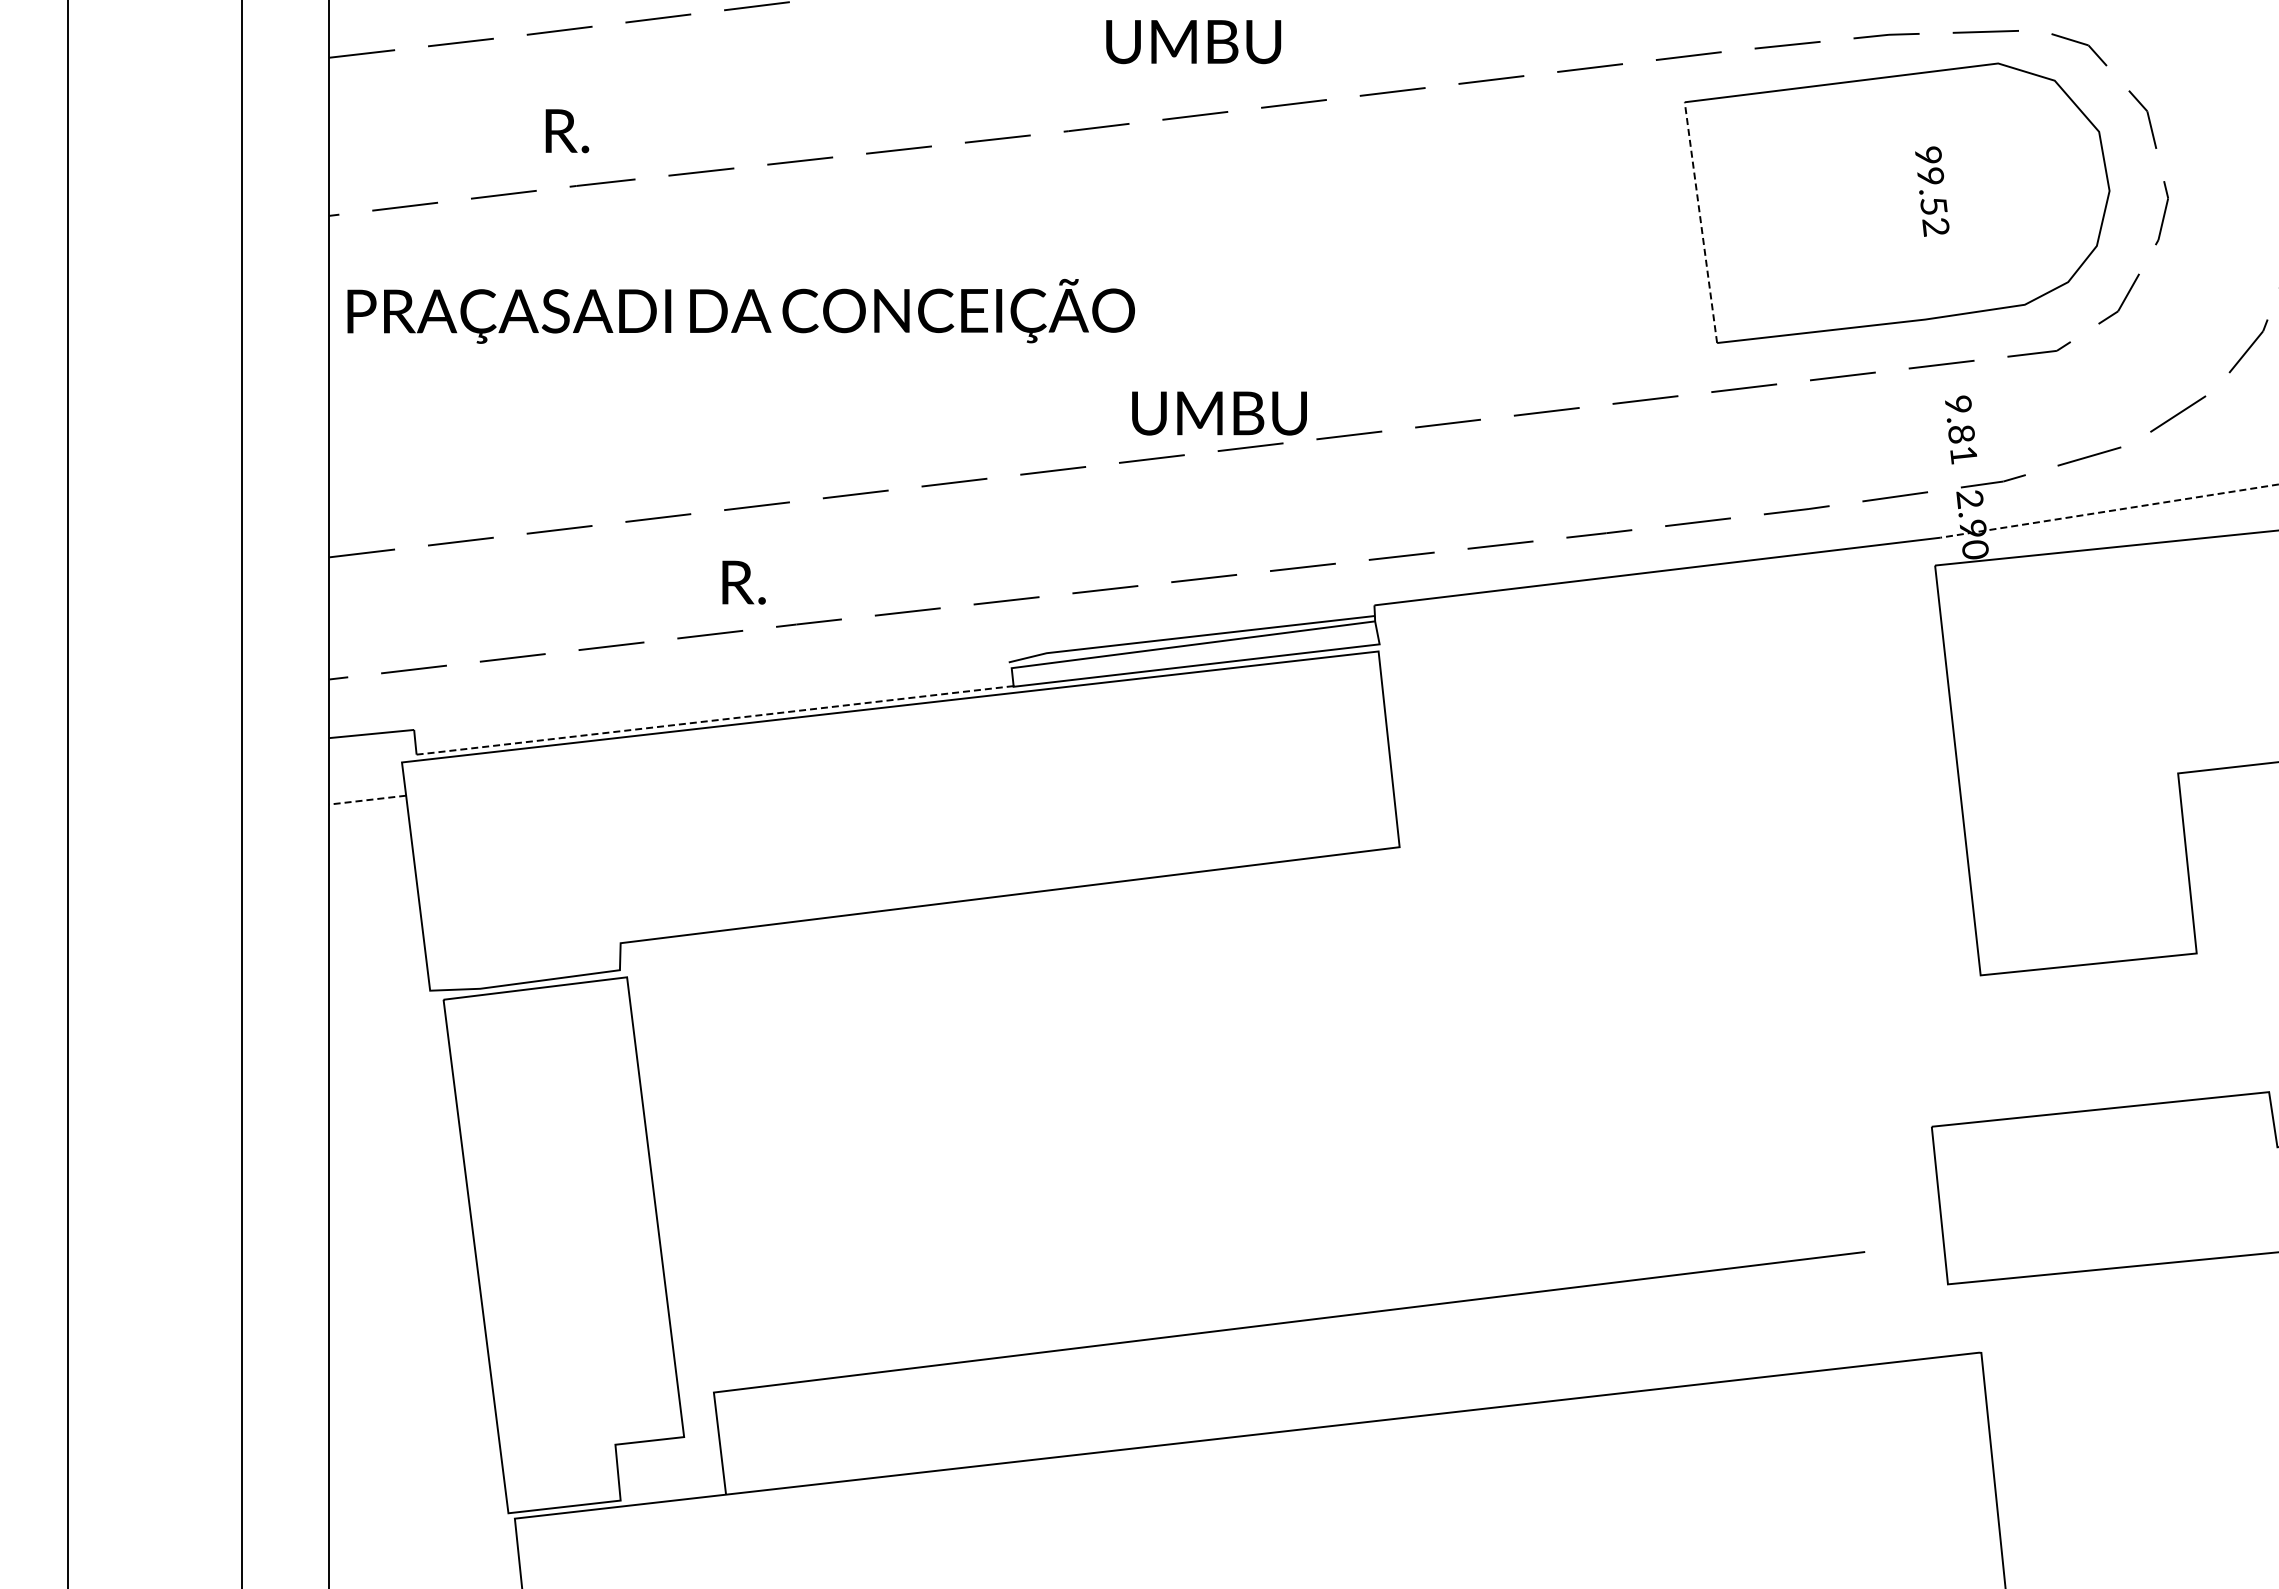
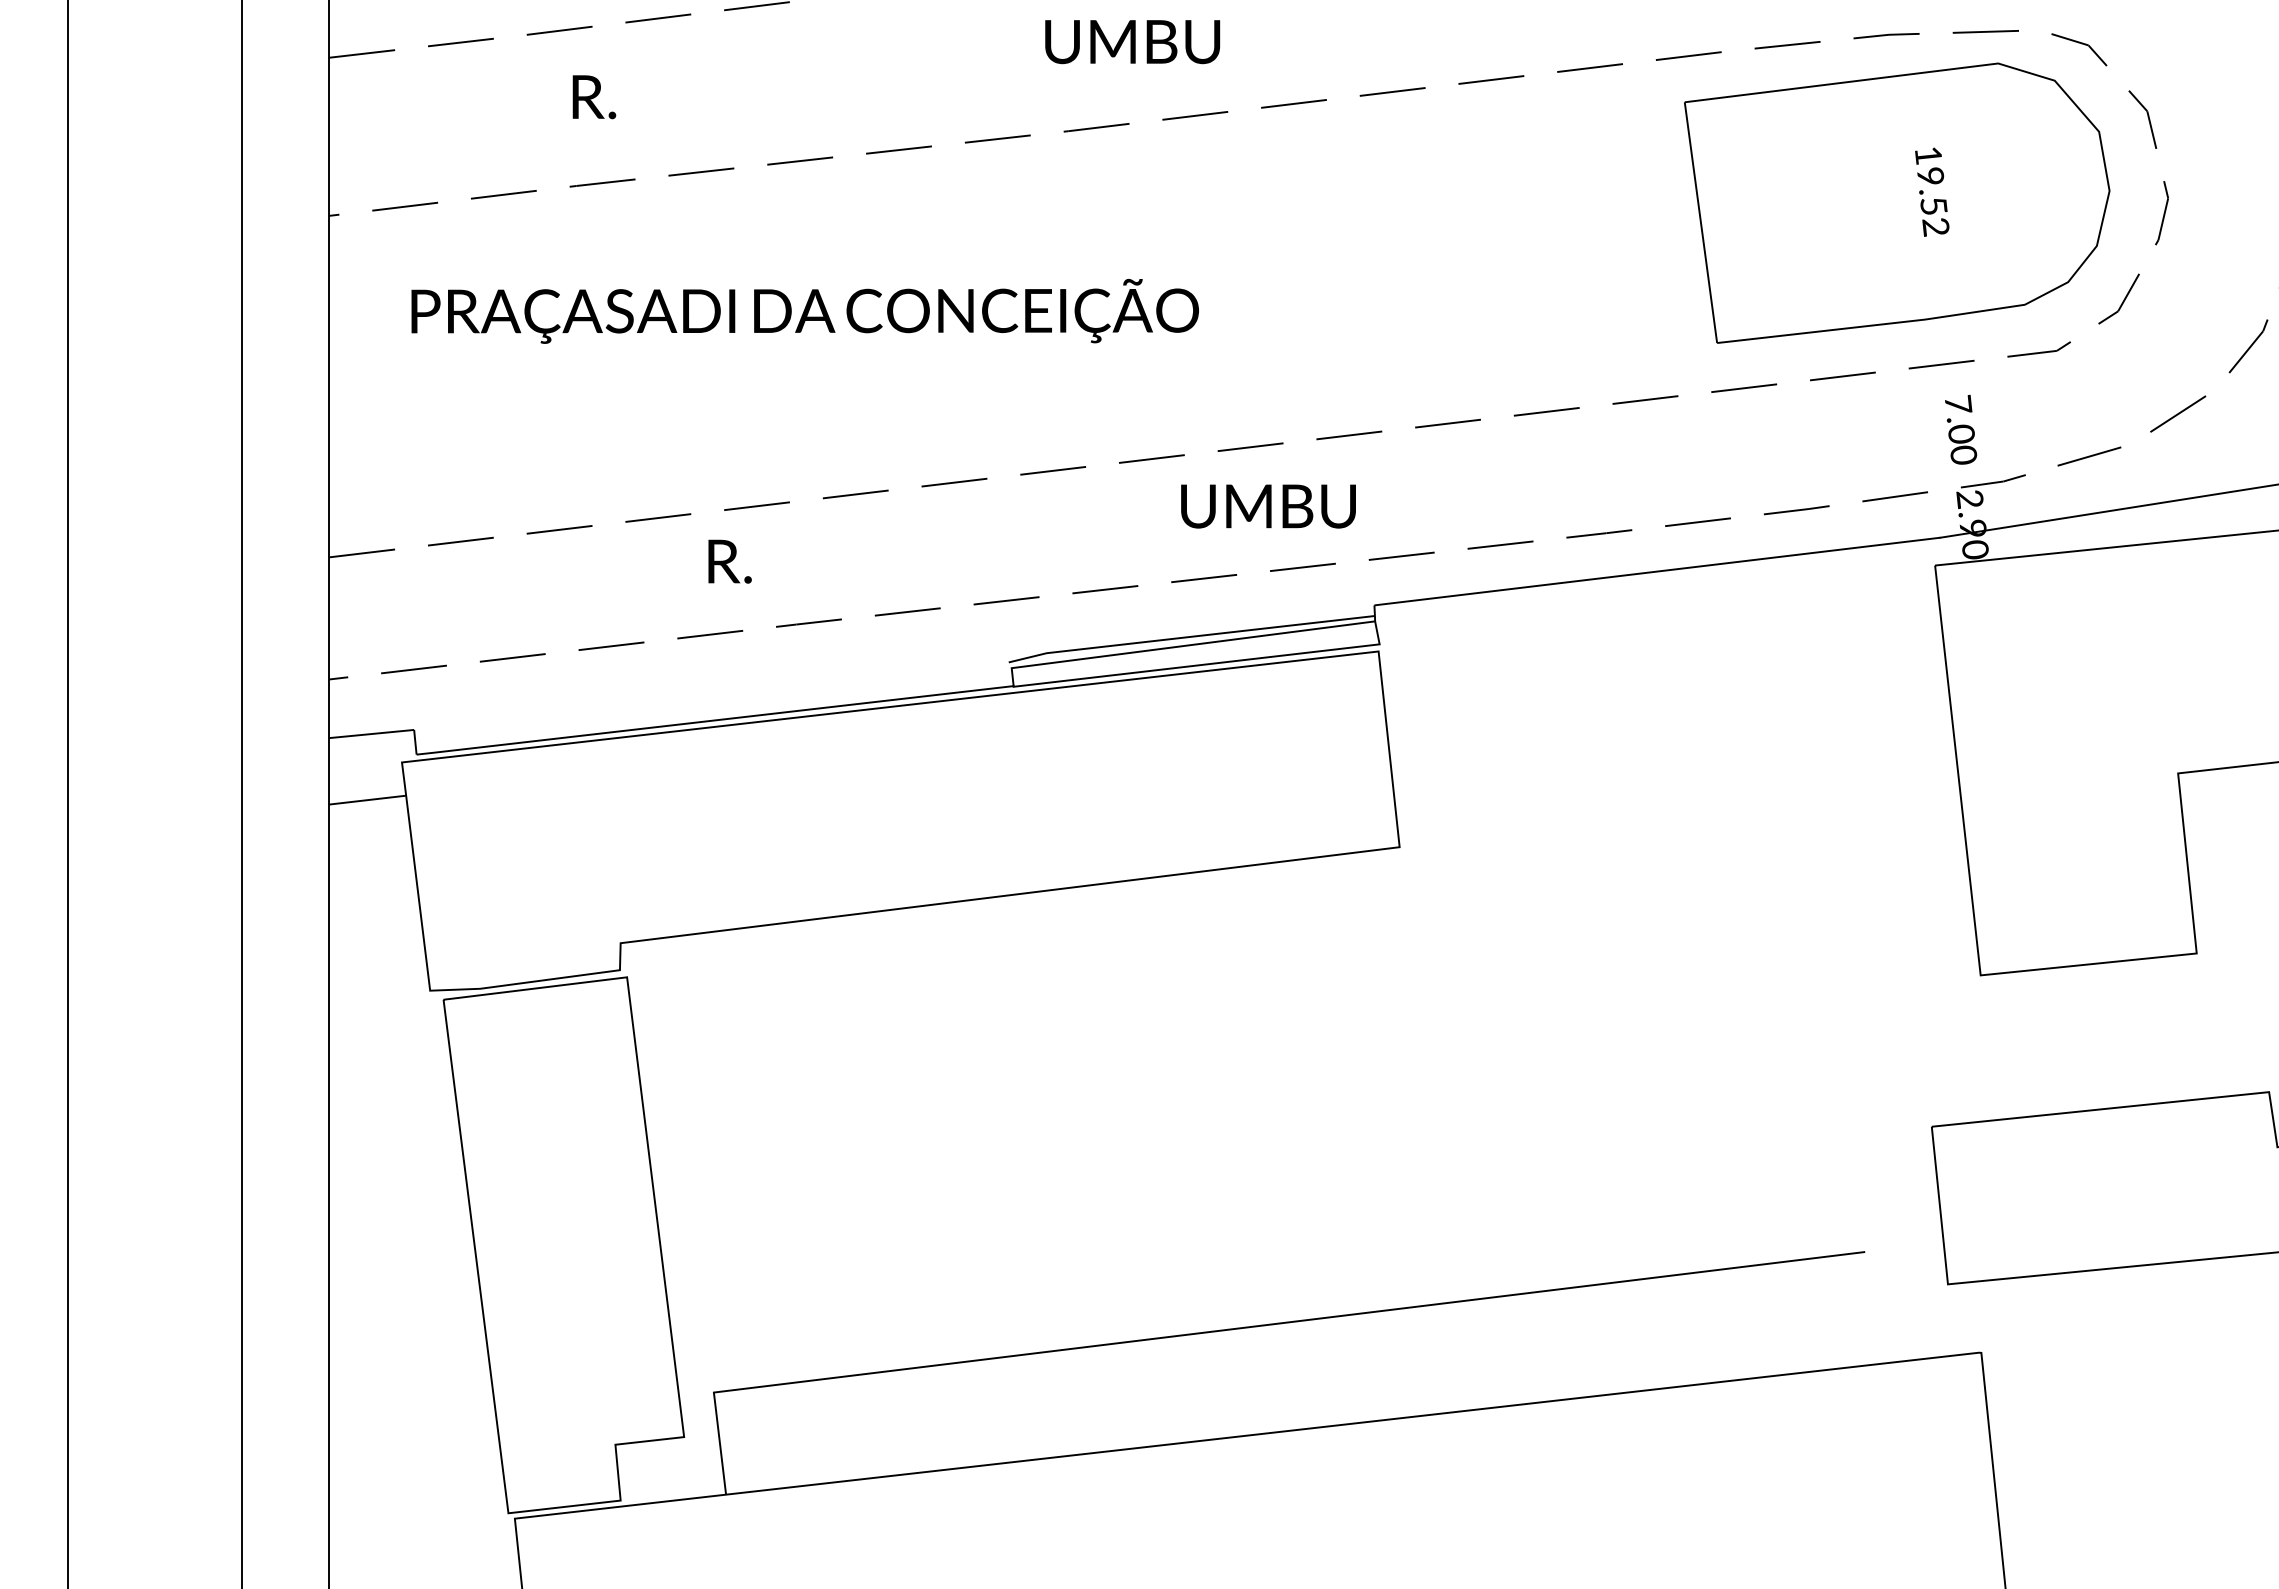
text at (1193, 42) position: (1193, 42) -> (1132, 42)
text at (567, 131) position: (567, 131) -> (594, 97)
text at (1928, 155): 99.52 -> 19.52
line at (1700, 222): dashed -> solid
text at (740, 311) position: (740, 311) -> (804, 311)
text at (1219, 413) position: (1219, 413) -> (1268, 506)
text at (1961, 429): 9.81 -> 7.00
line at (2109, 511): dashed -> solid
text at (743, 582) position: (743, 582) -> (729, 561)
line at (714, 720): dashed -> solid
line at (367, 800): dashed -> solid
